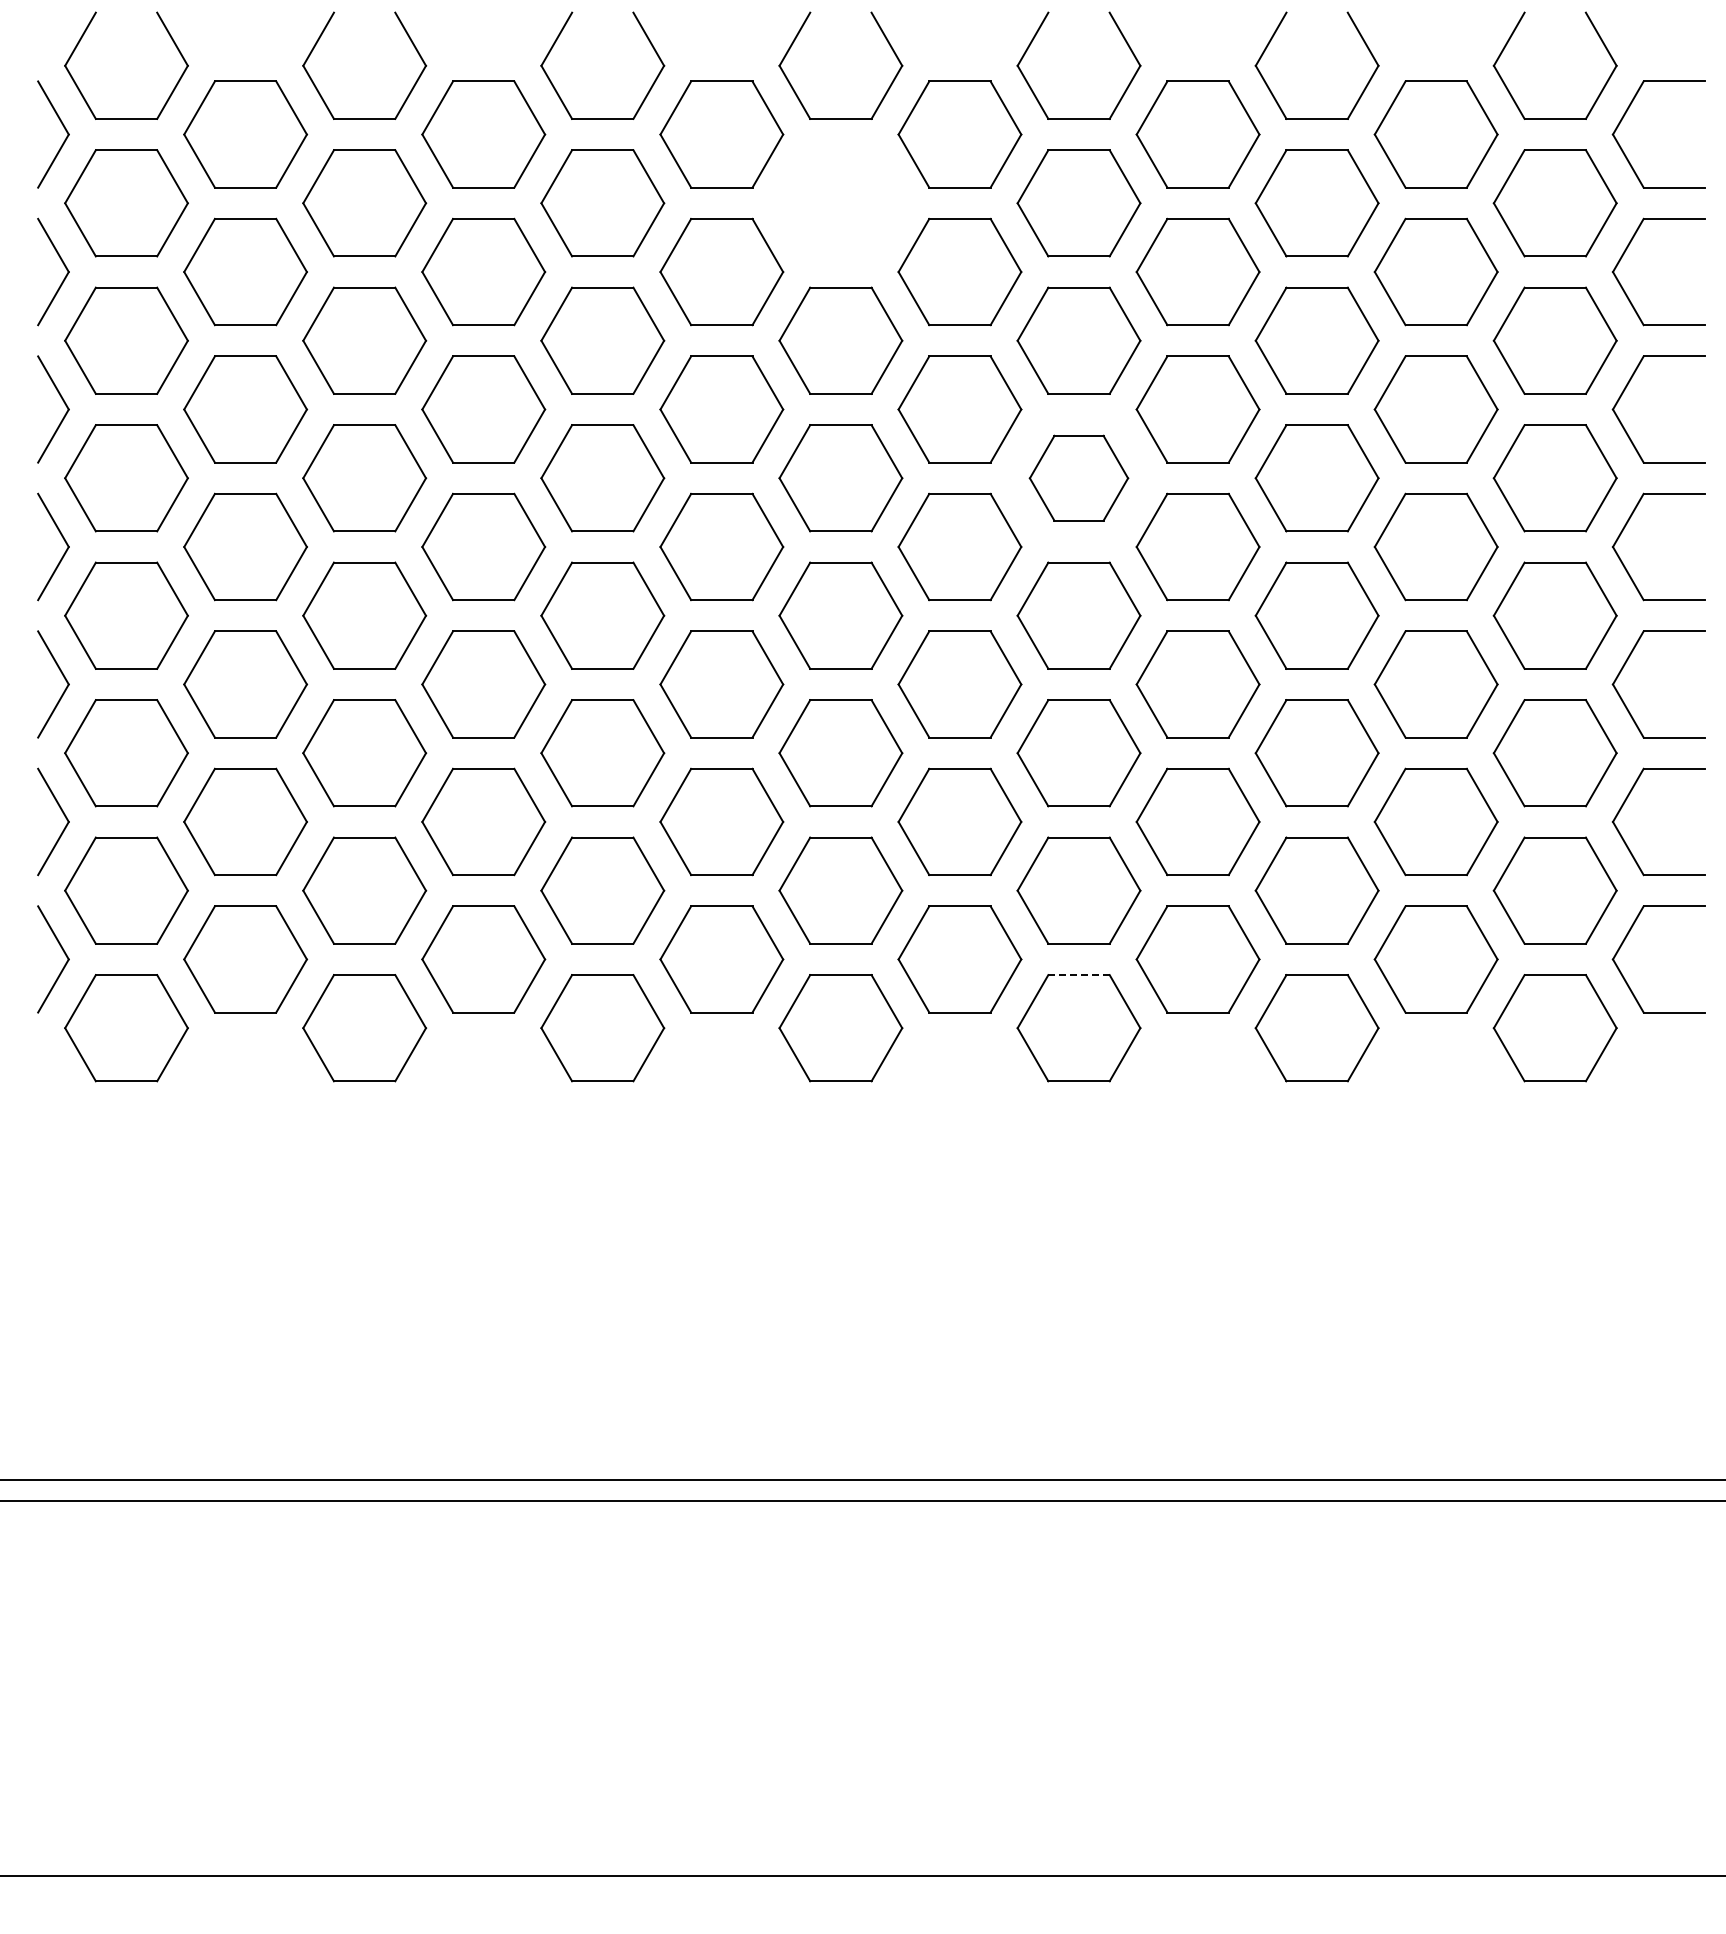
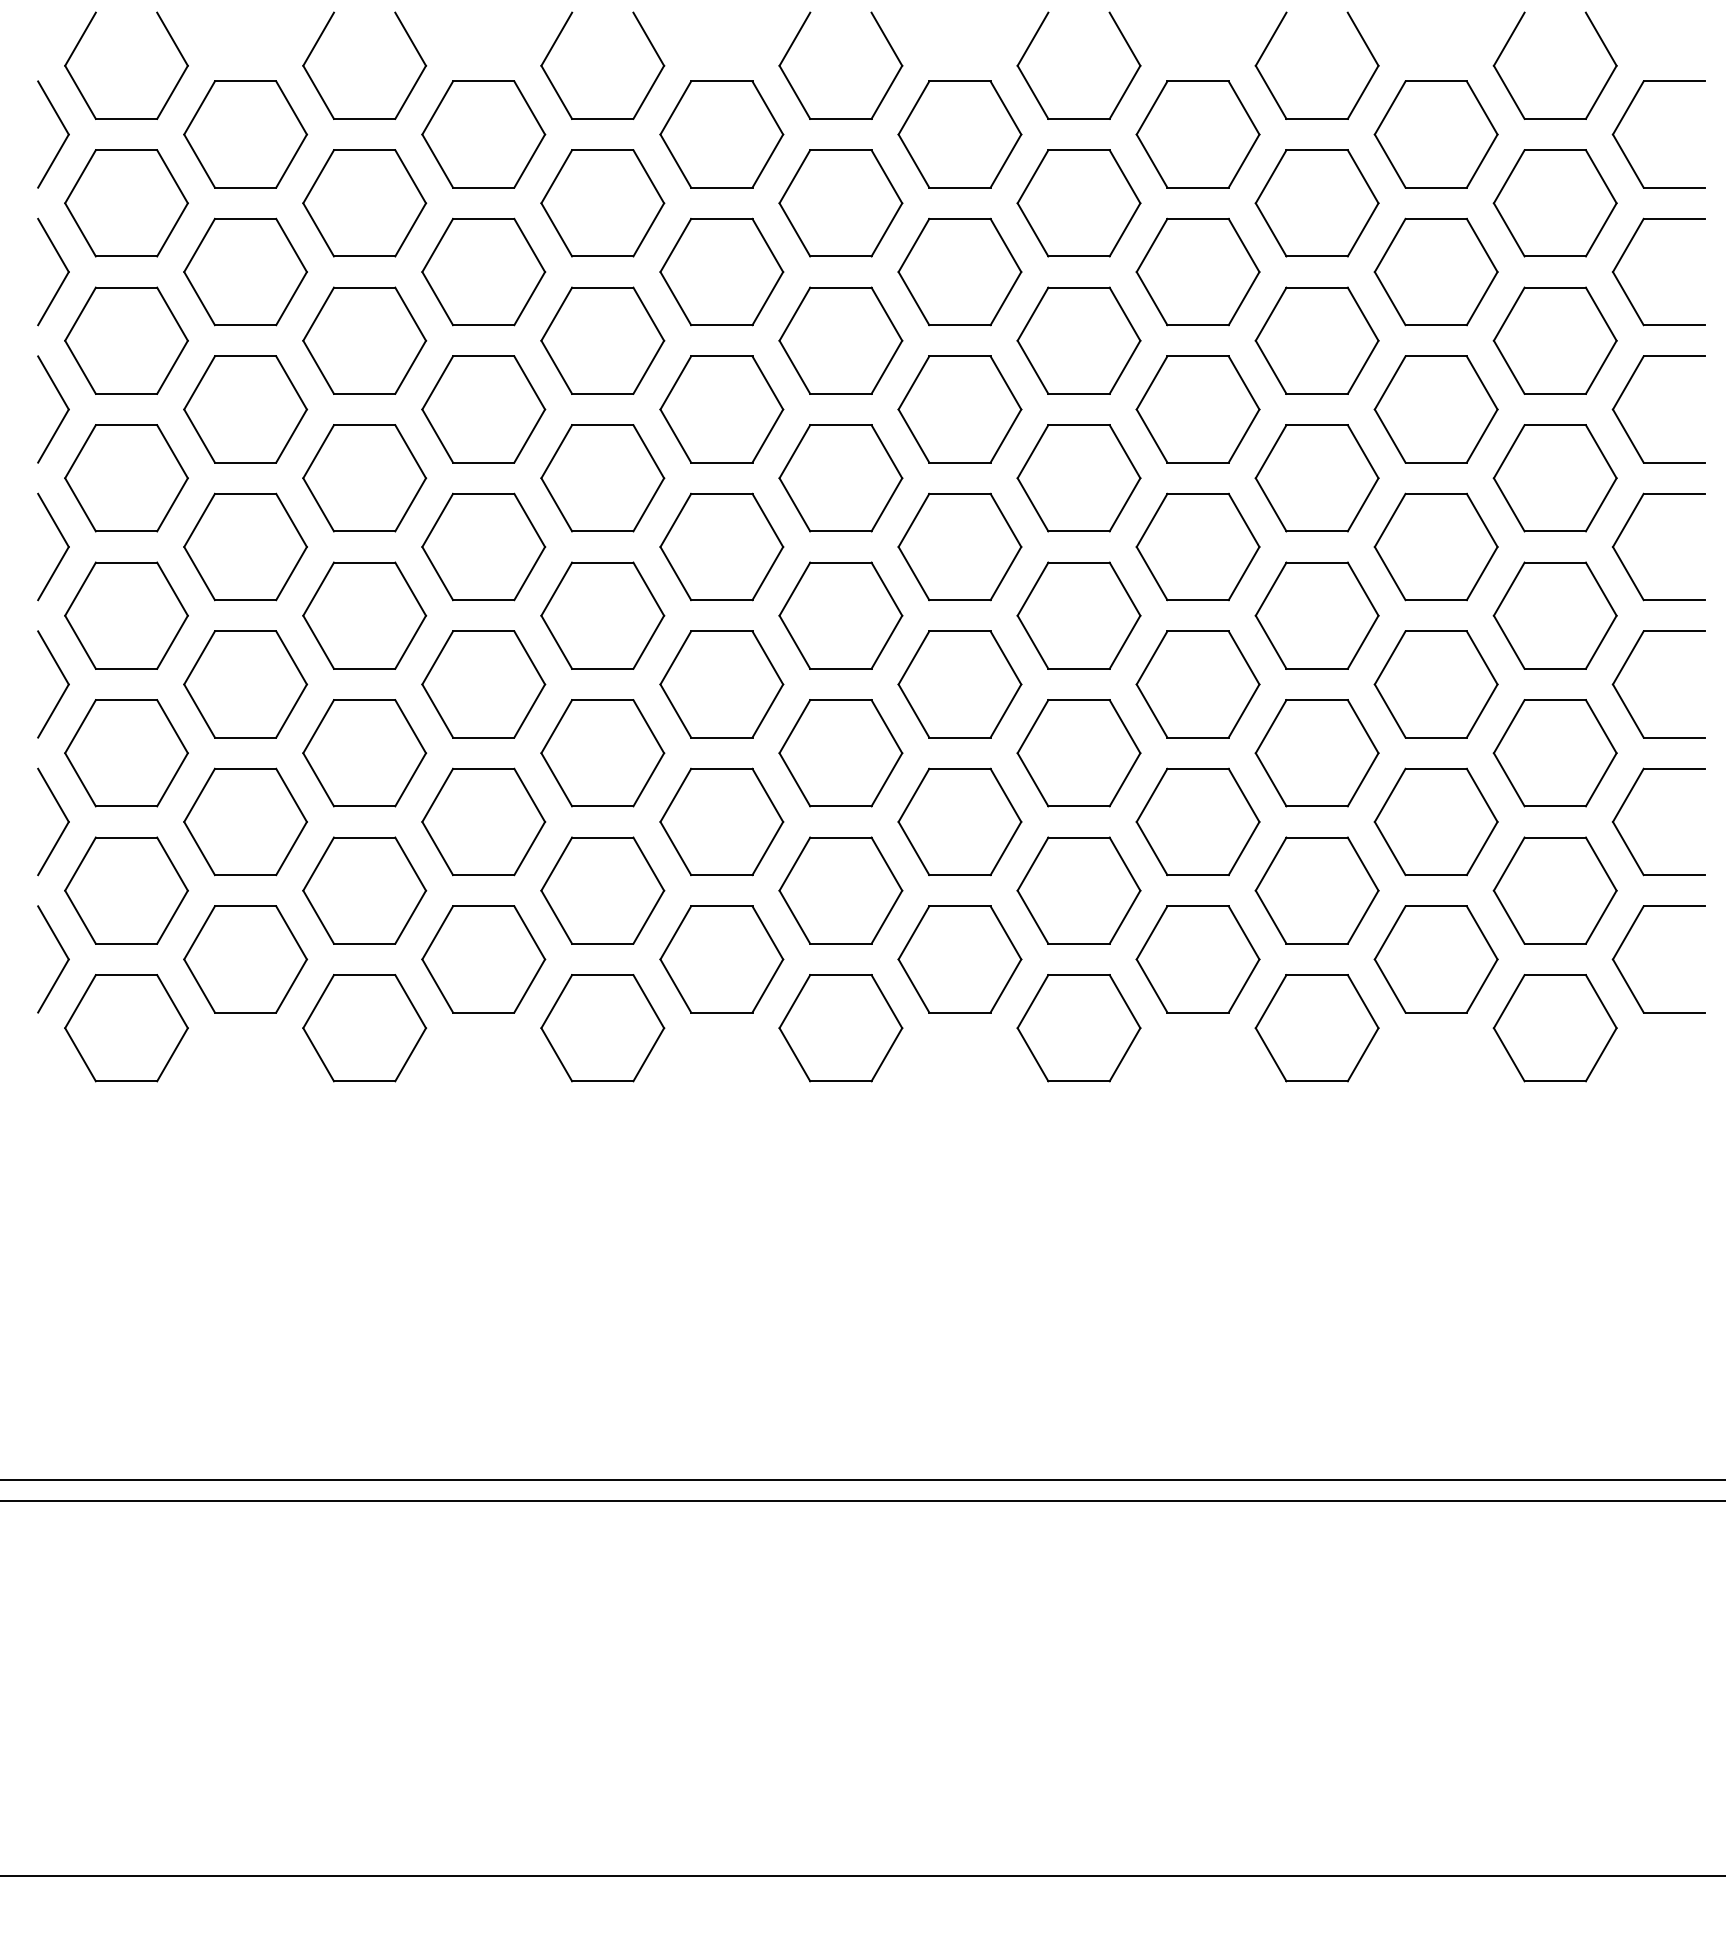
part at (840, 203): none -> present
part at (1078, 477) size: 102x88 px -> 126x109 px
line at (1079, 975): dashed -> solid
